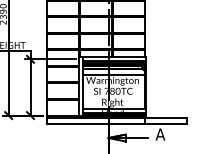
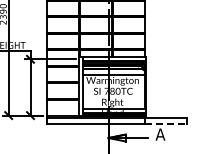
line at (165, 123): solid -> dashed
